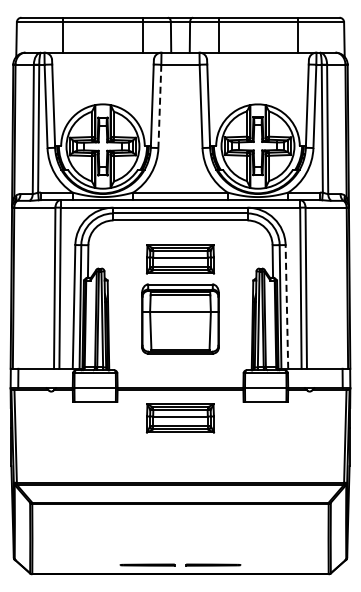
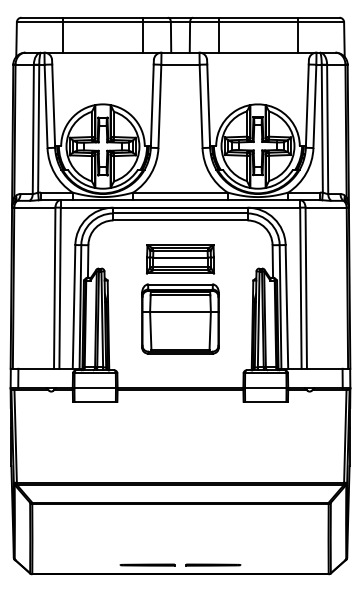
line at (159, 106): dashed -> solid
line at (286, 306): dashed -> solid
part at (180, 418): present -> none
